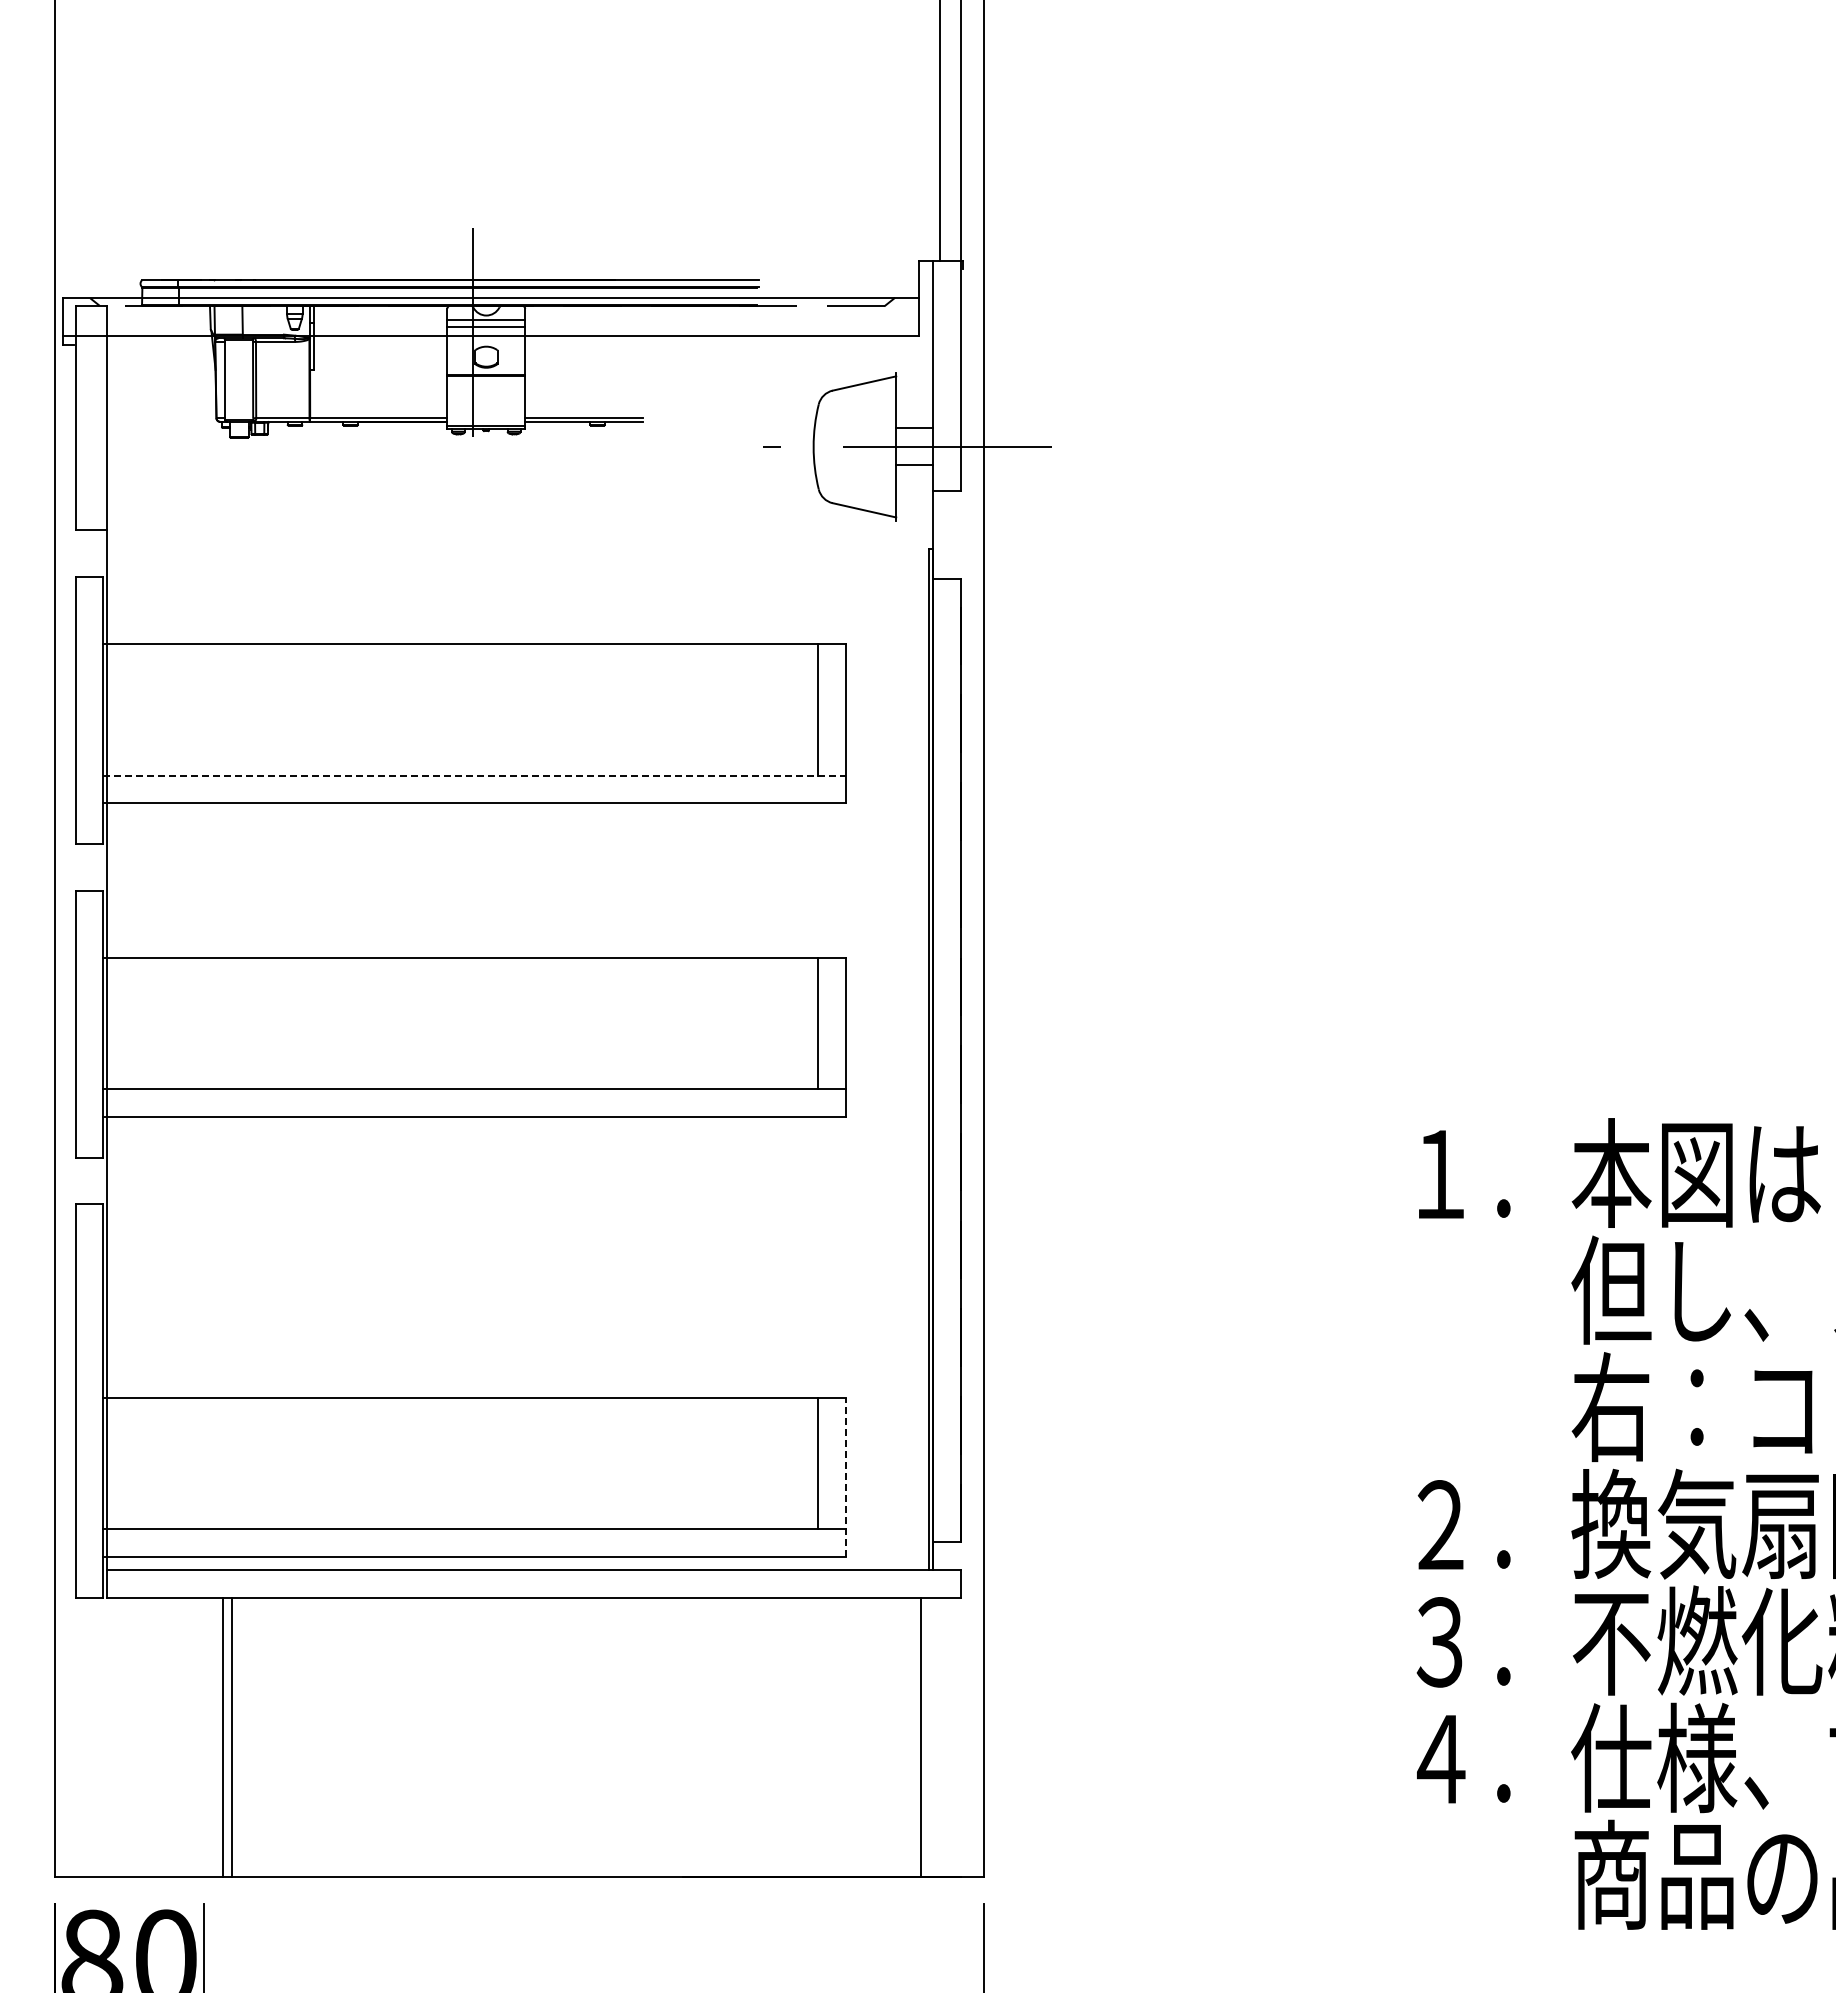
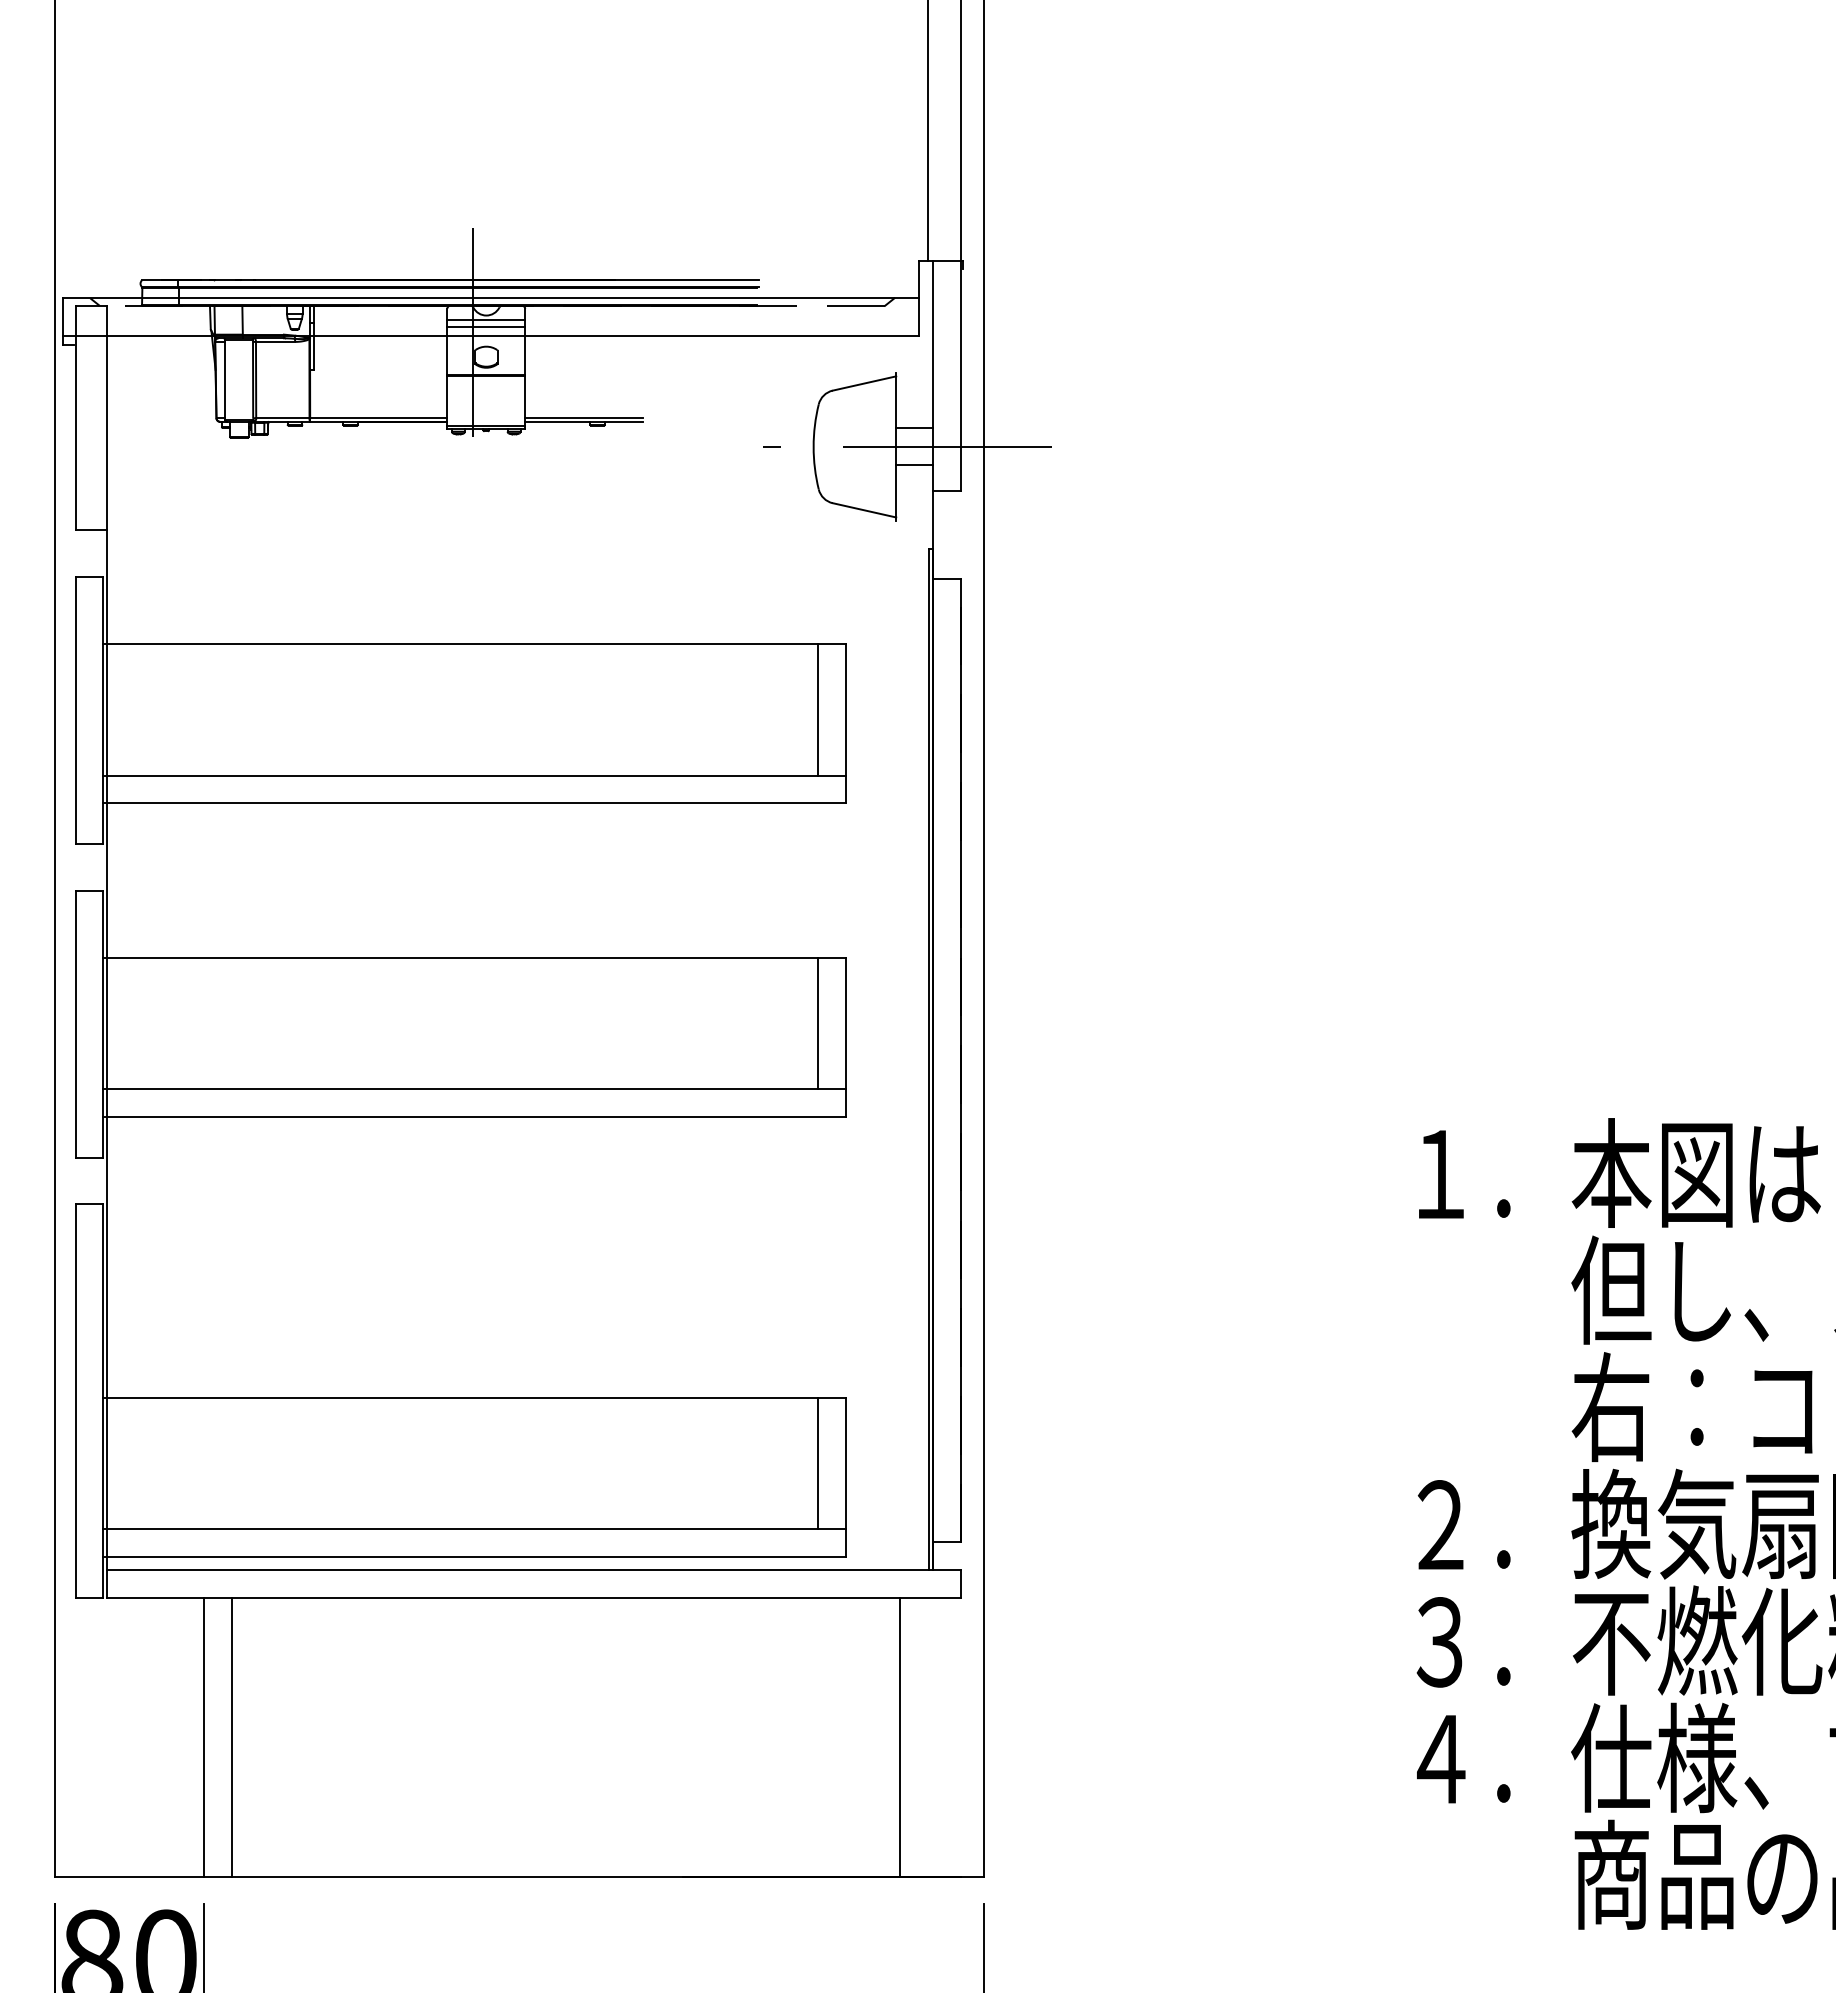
line at (939, 131) position: (939, 131) -> (927, 131)
line at (475, 775): dashed -> solid
line at (846, 1477): dashed -> solid
line at (222, 1737) position: (222, 1737) -> (203, 1737)
line at (920, 1737) position: (920, 1737) -> (899, 1737)
